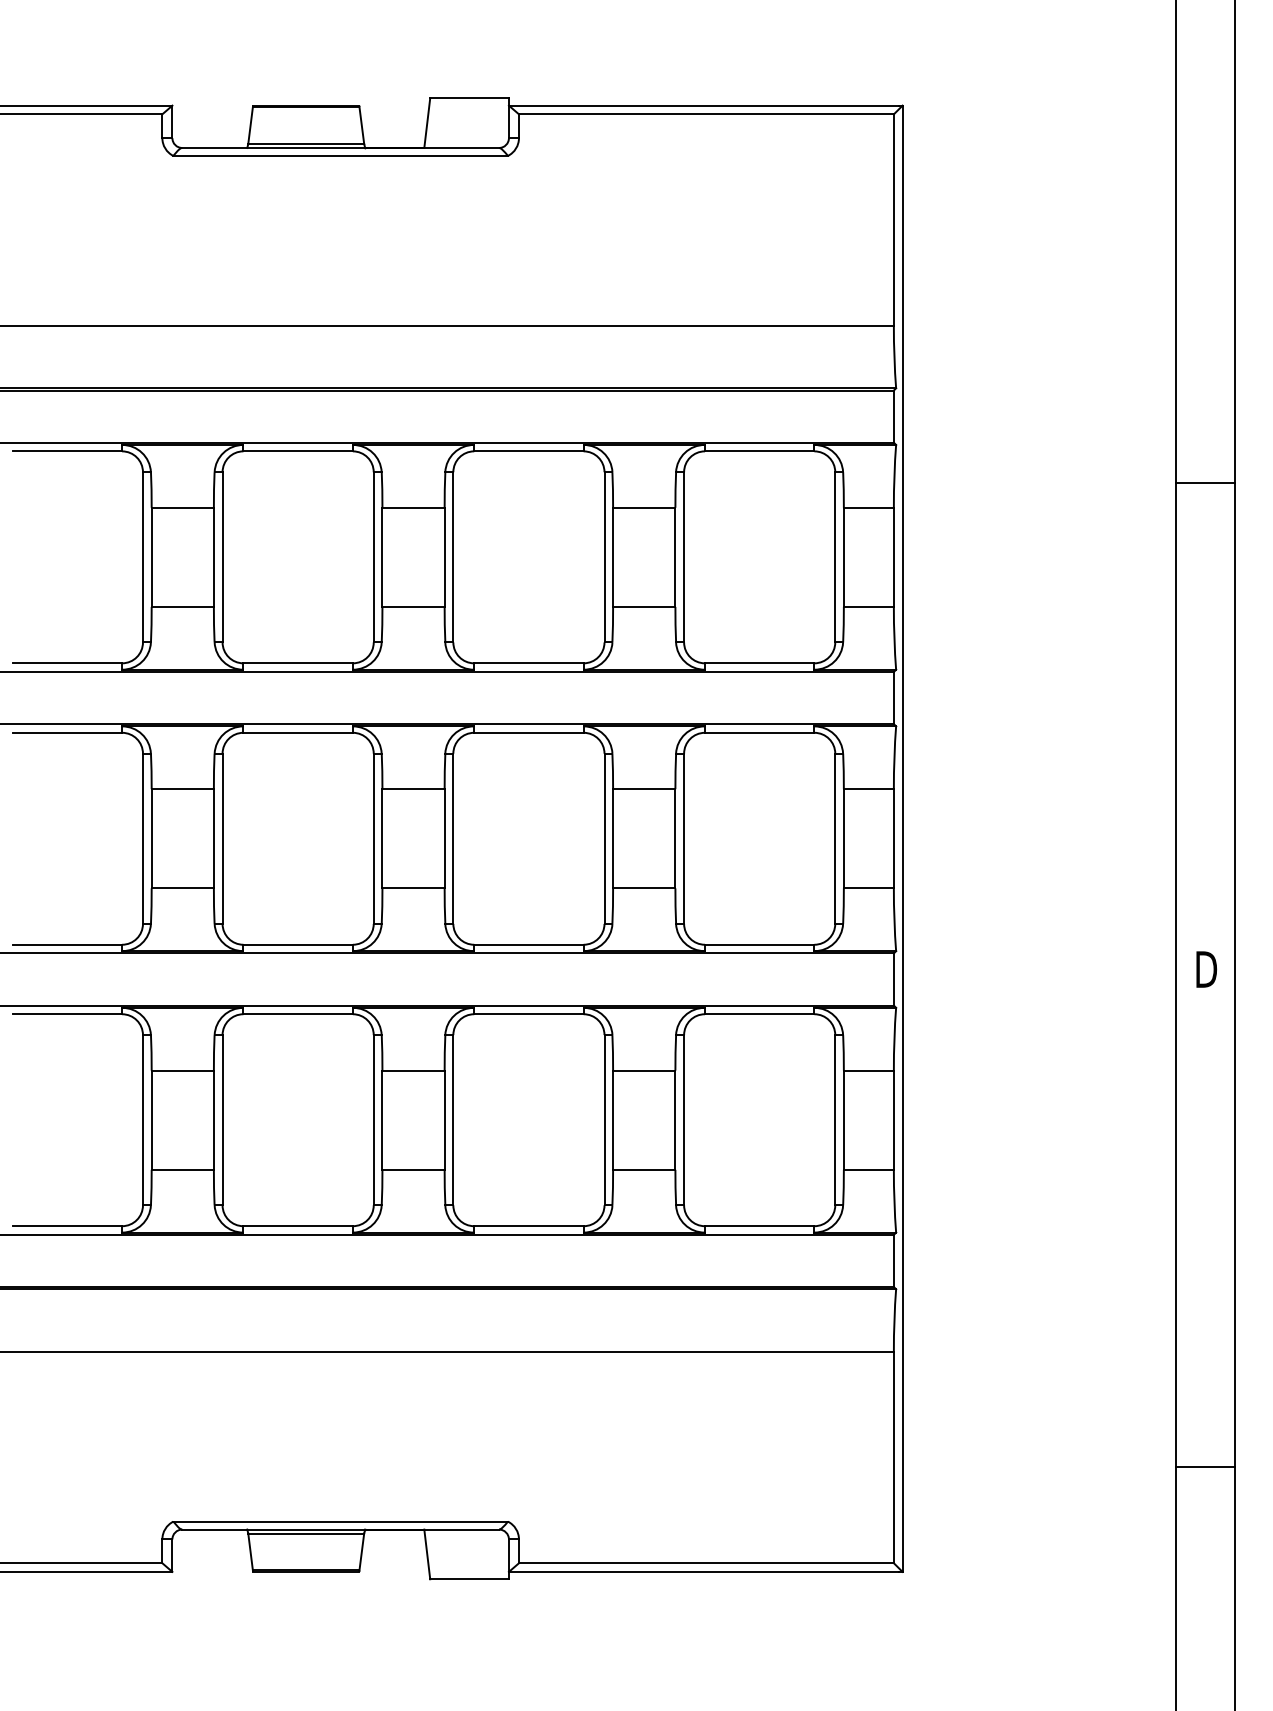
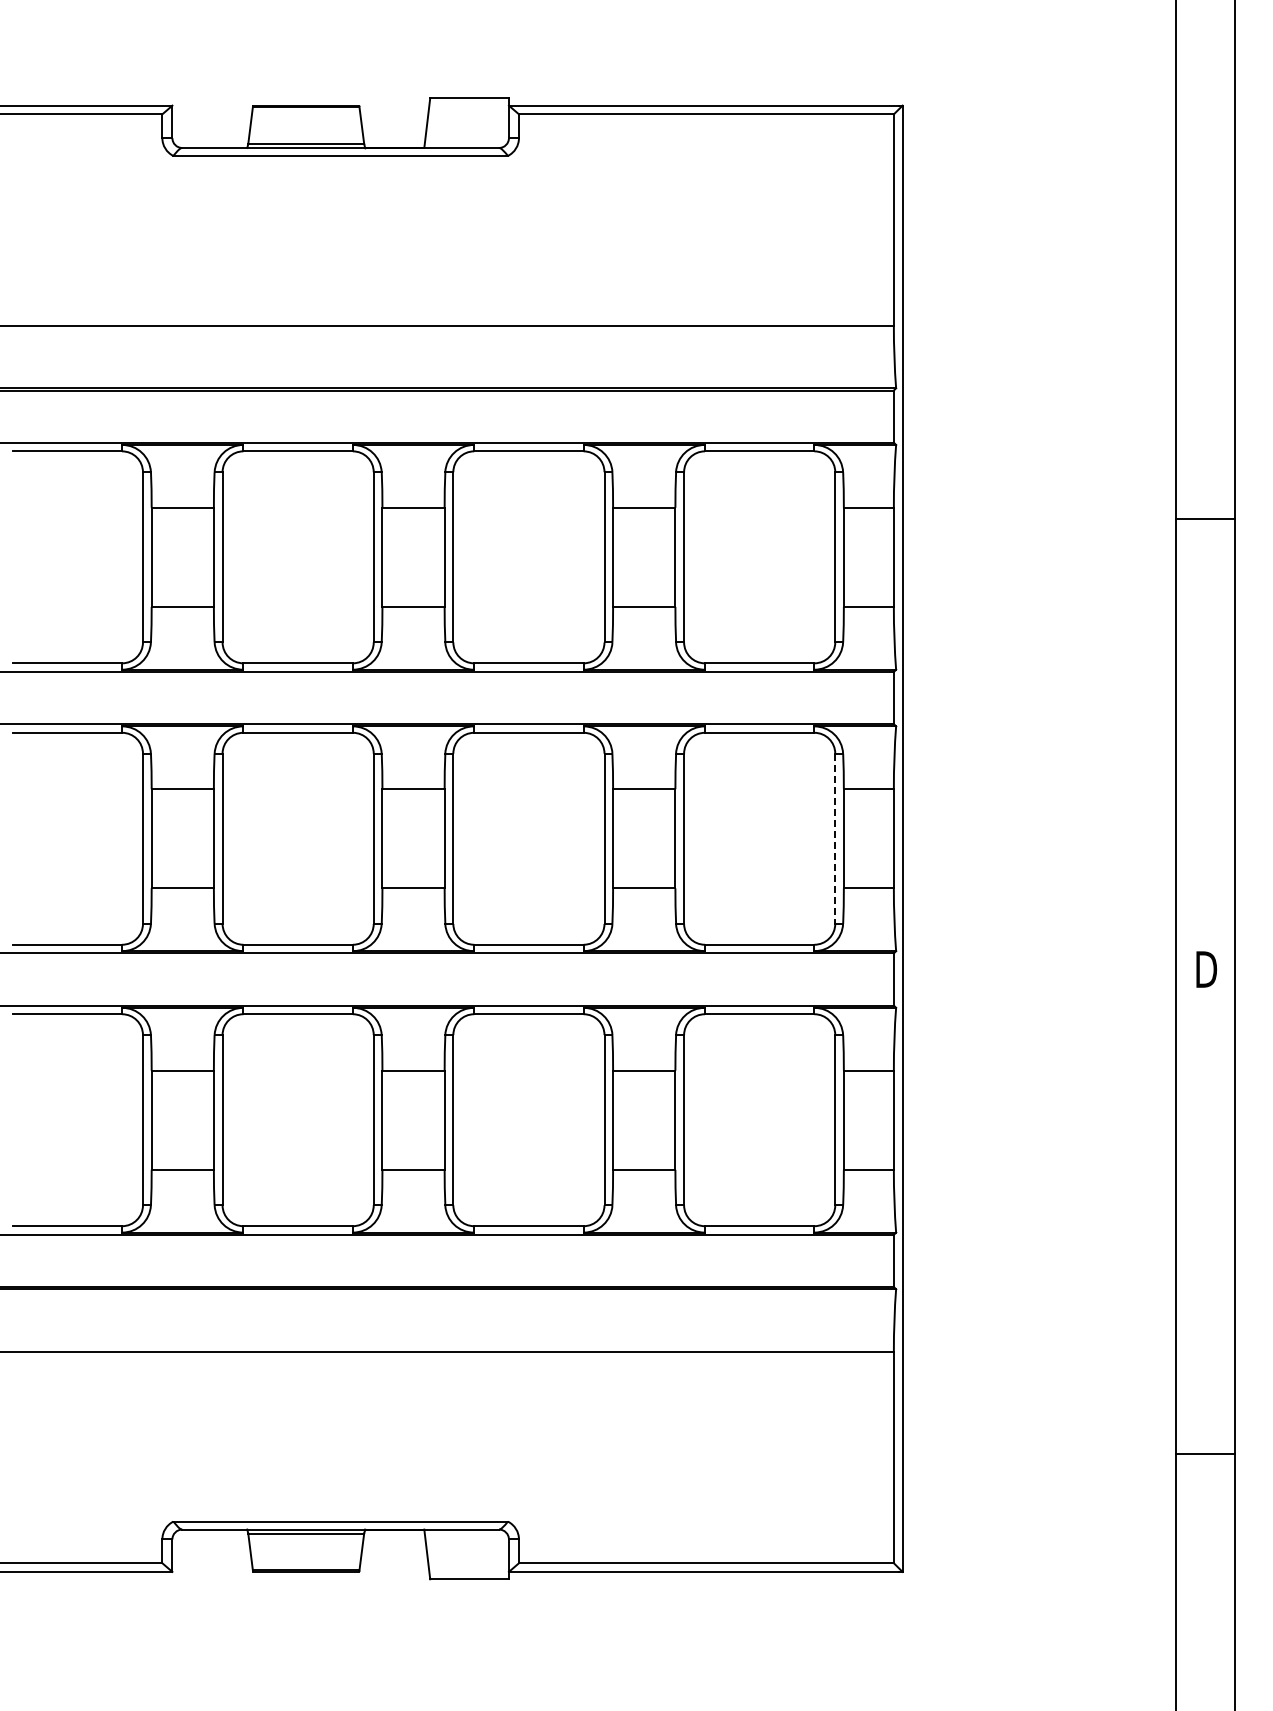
line at (1204, 483) position: (1204, 483) -> (1204, 519)
line at (835, 839): solid -> dashed
line at (1204, 1467) position: (1204, 1467) -> (1204, 1454)
